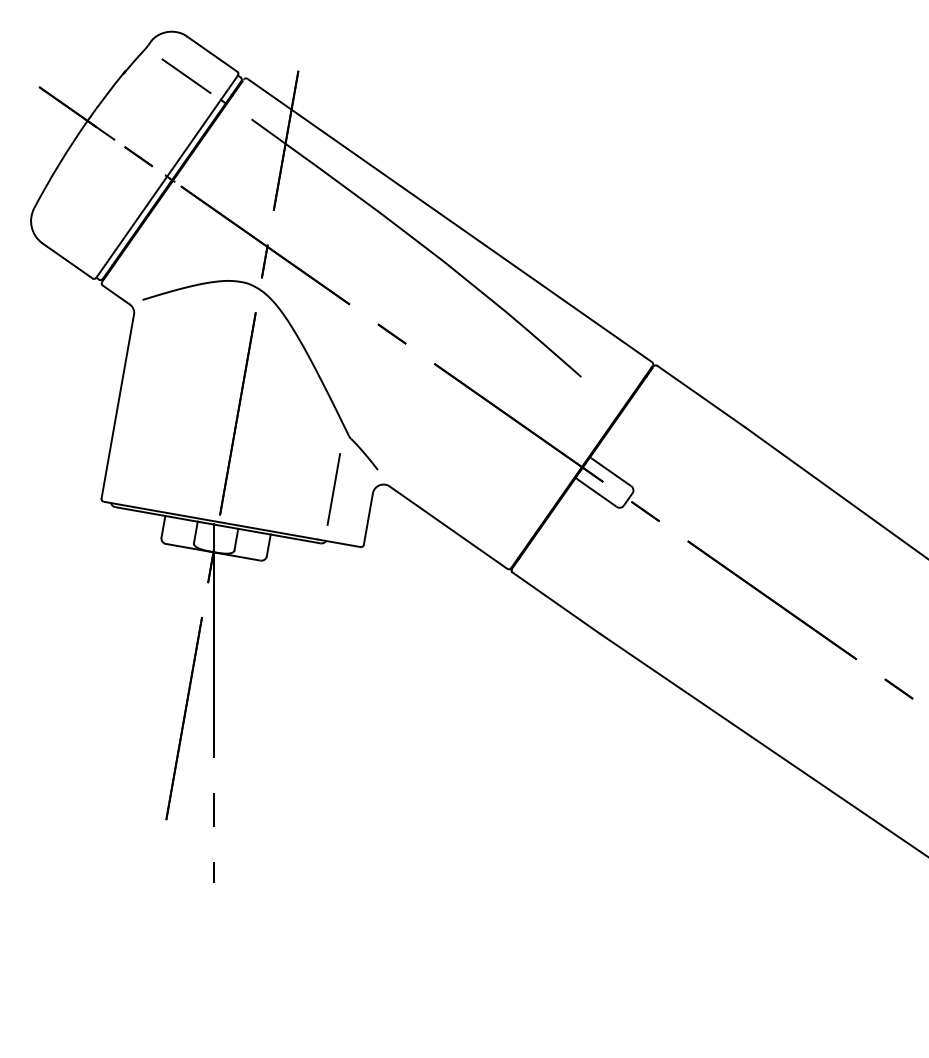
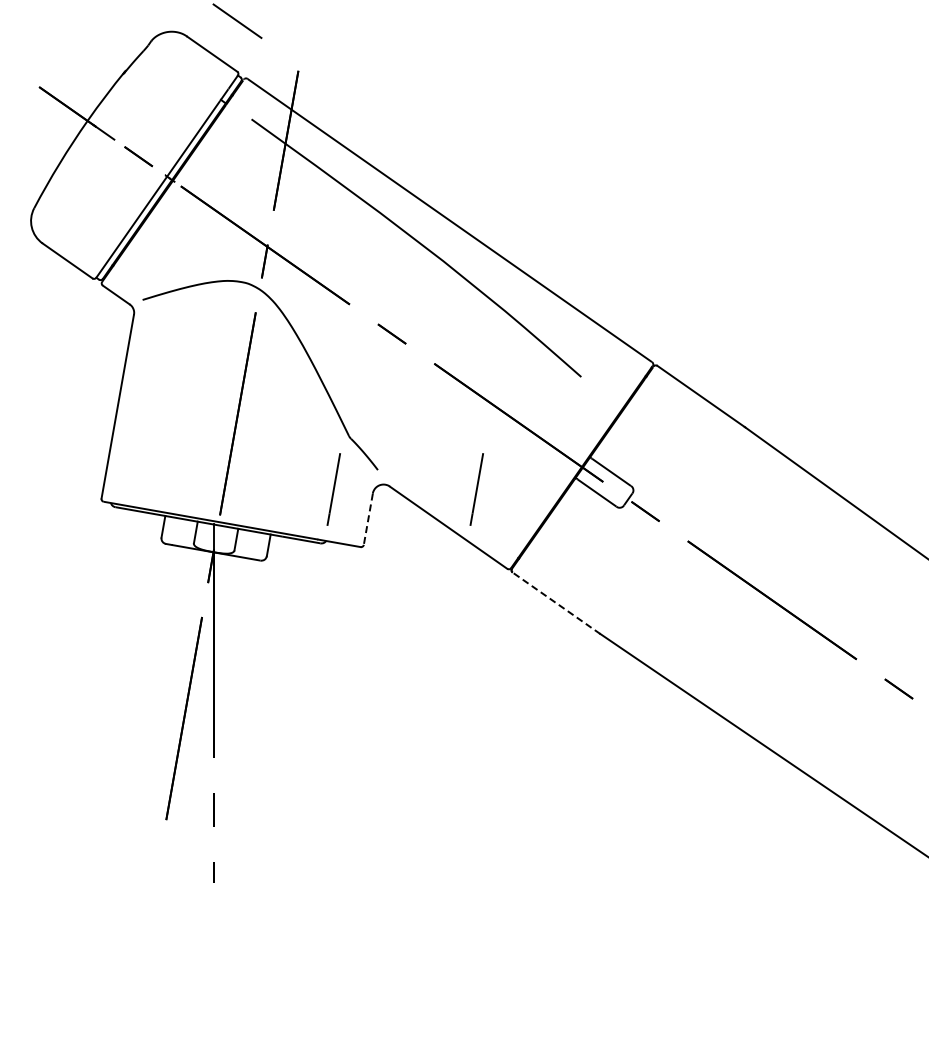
line at (186, 75) position: (186, 75) -> (237, 20)
line at (476, 489): none -> present
line at (368, 519): solid -> dashed
line at (556, 603): solid -> dashed
